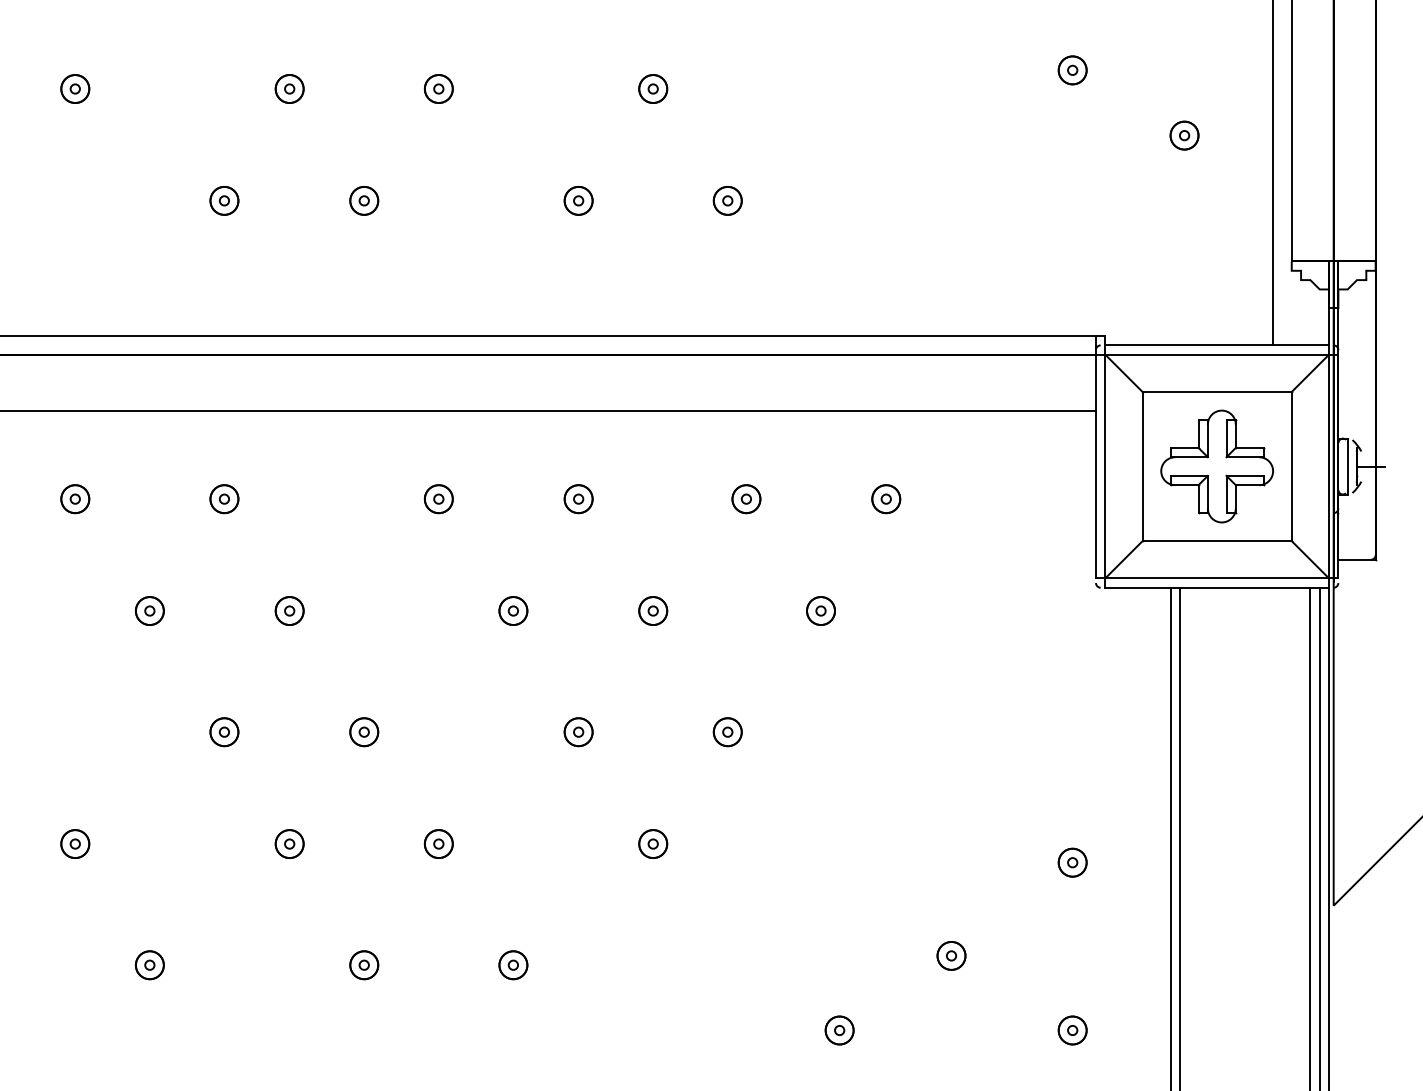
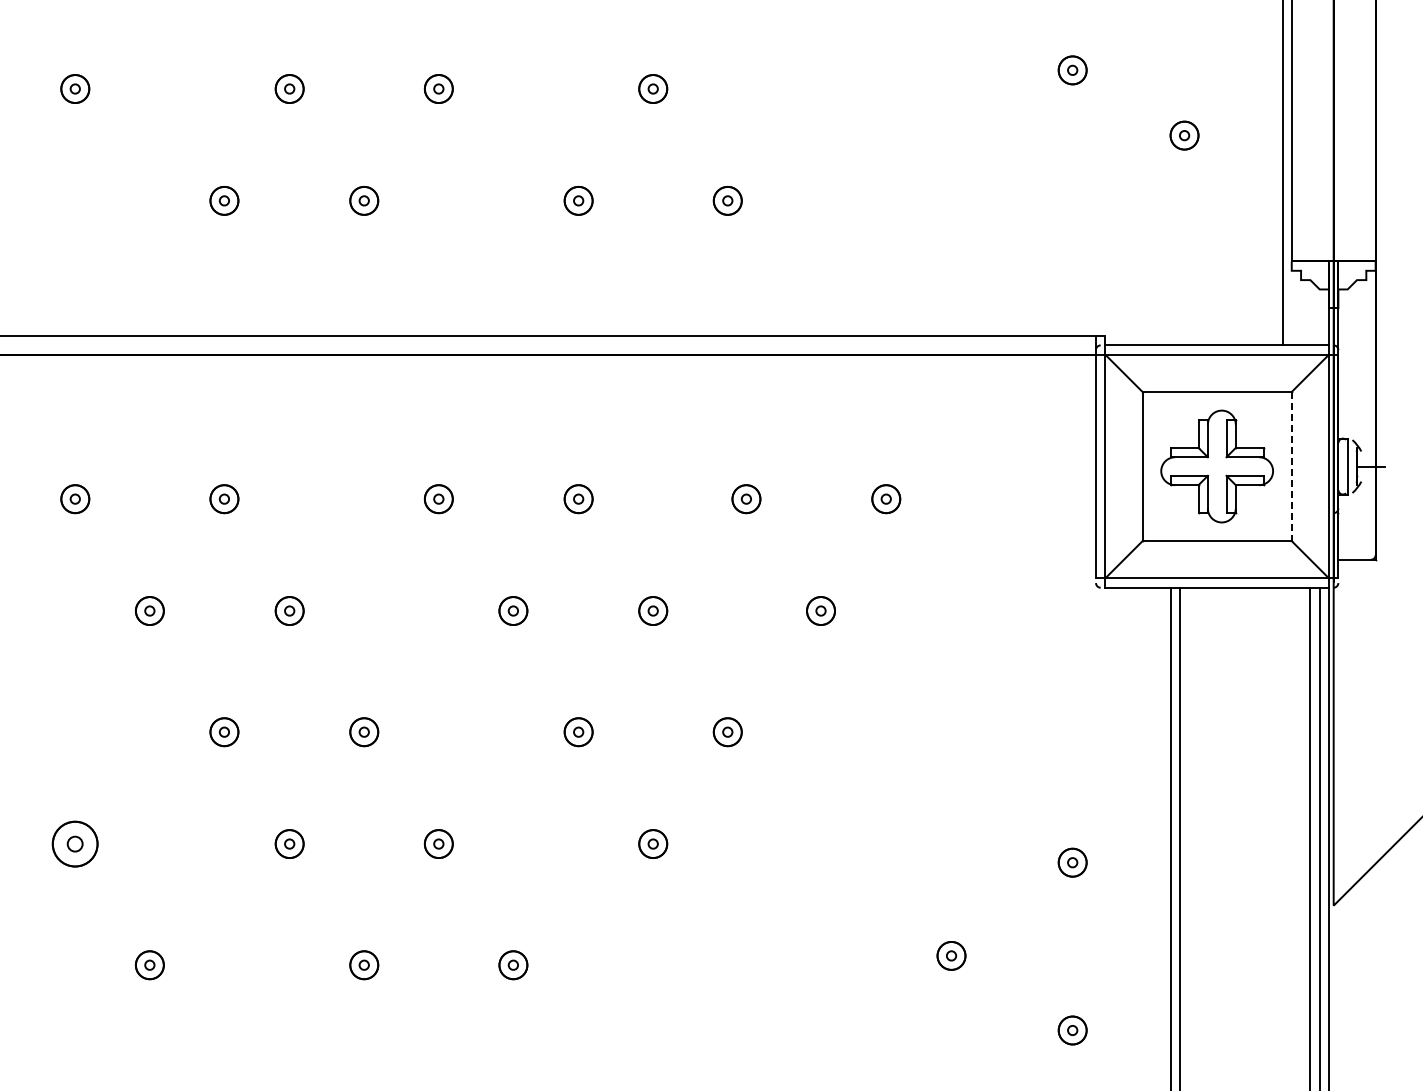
line at (1273, 173) position: (1273, 173) -> (1283, 173)
line at (549, 410): present -> none
line at (1291, 466): solid -> dashed
part at (75, 843) size: 31x30 px -> 48x48 px
part at (839, 1030): present -> none
